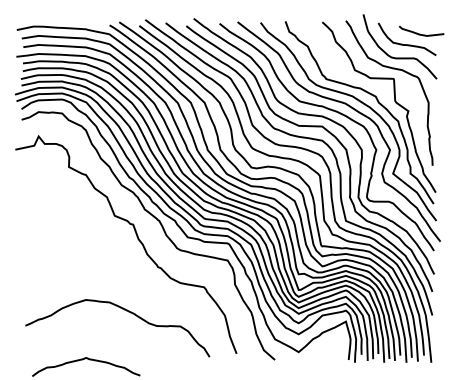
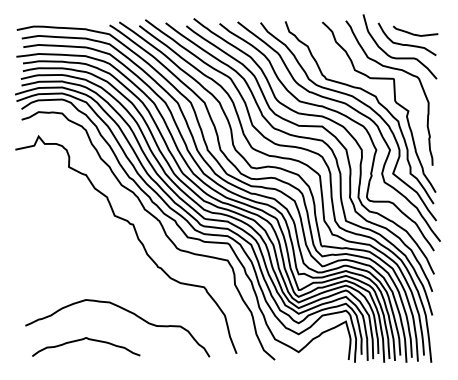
curve at (420, 33) position: (420, 33) -> (414, 33)
curve at (89, 360) position: (89, 360) -> (89, 340)
